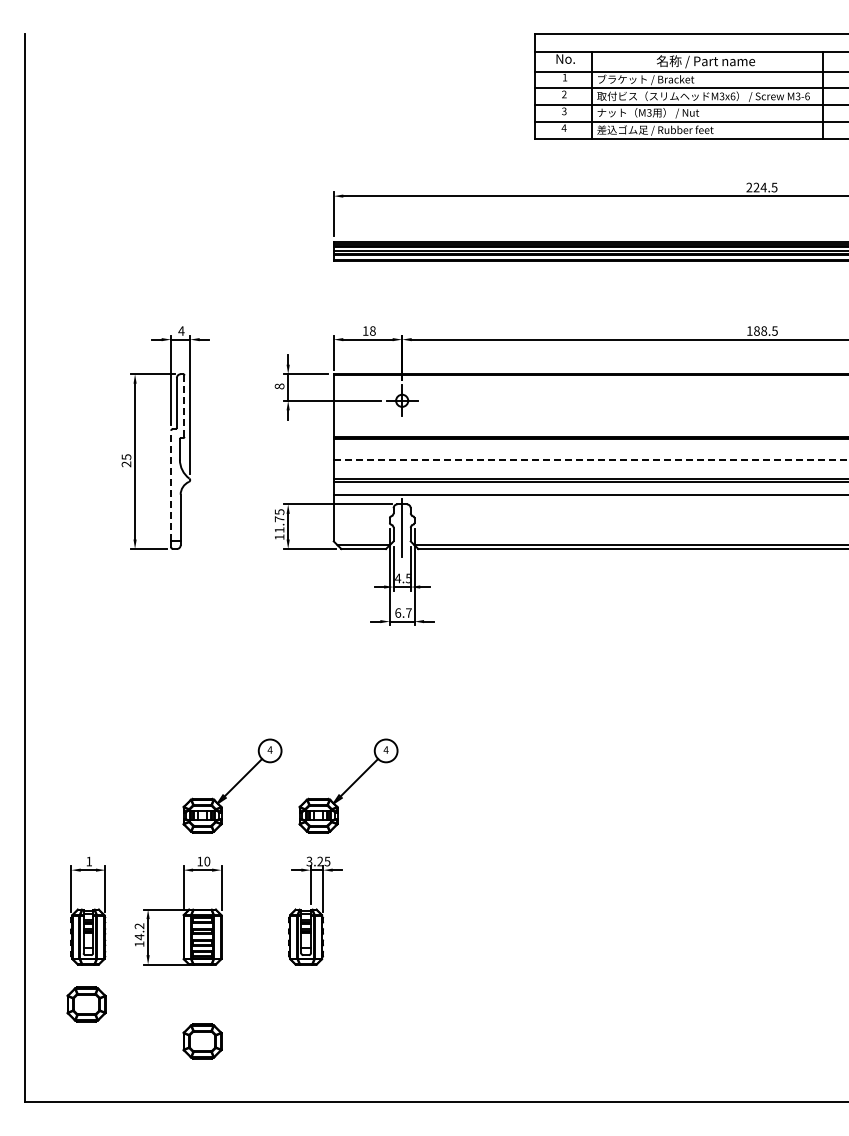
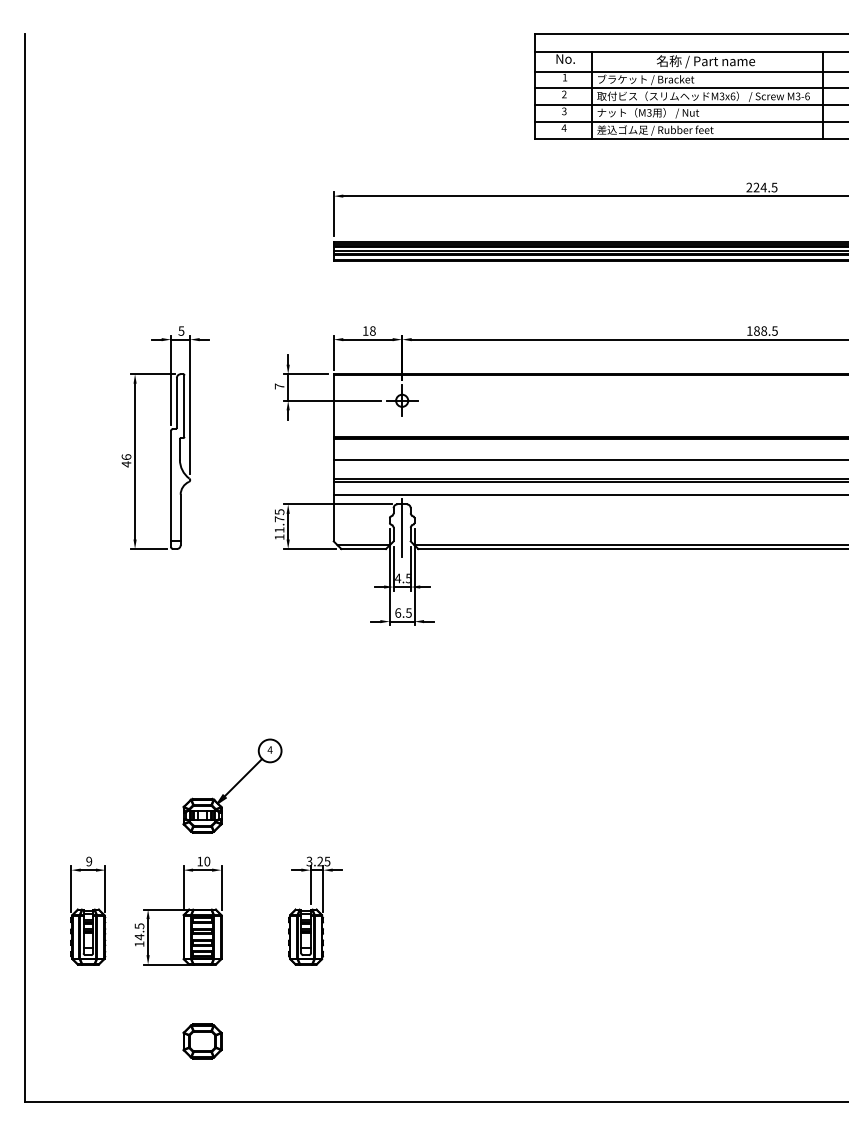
text at (181, 330): 4 -> 5
text at (279, 386): 8 -> 7
line at (184, 406): dashed -> solid
line at (591, 459): dashed -> solid
text at (126, 460): 25 -> 46
line at (171, 485): dashed -> solid
text at (408, 612): 6.7 -> 6.5
part at (348, 785): present -> none
text at (89, 861): 1 -> 9
text at (139, 925): 14.2 -> 14.5
part at (86, 1004): present -> none
